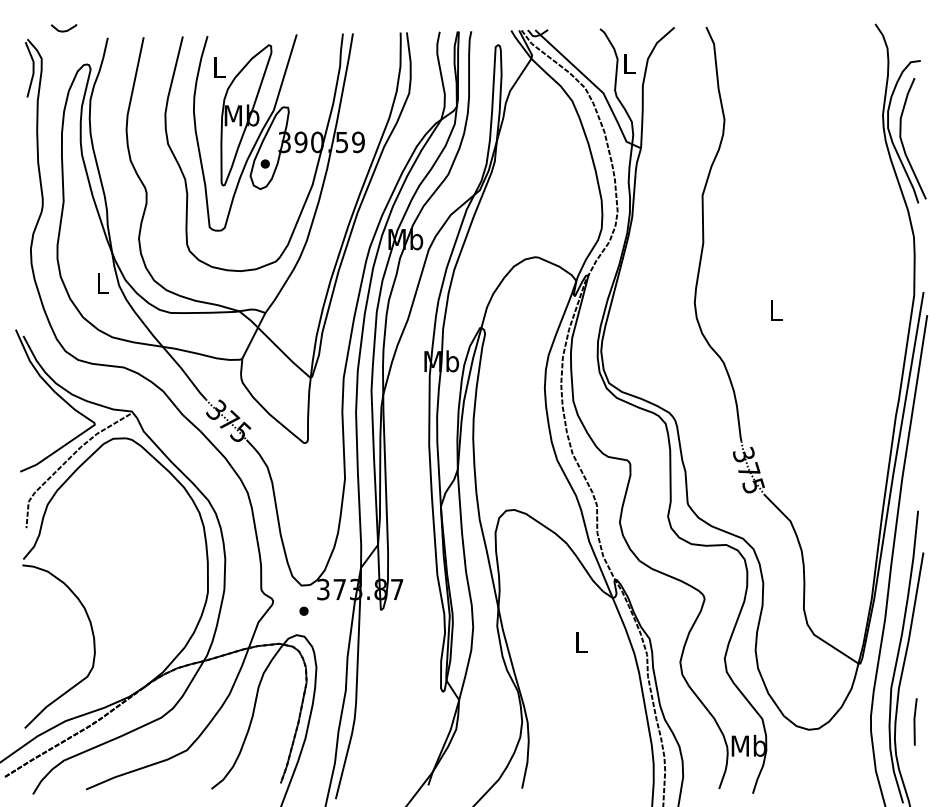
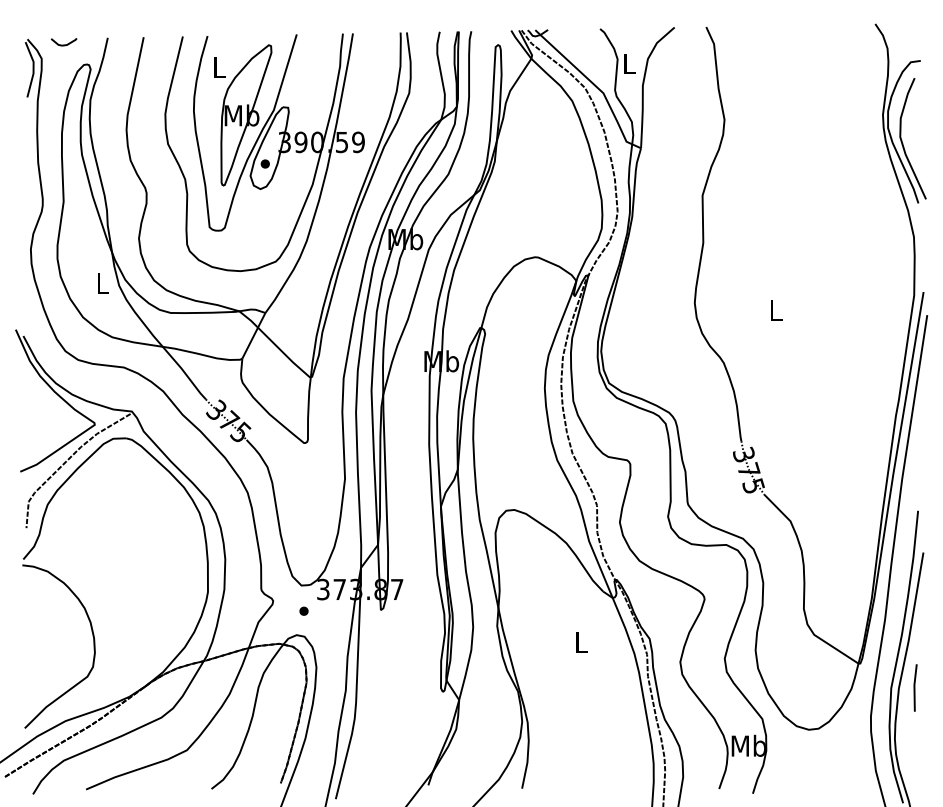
curve at (63, 30) position: (63, 30) -> (63, 44)
line at (915, 721) position: (915, 721) -> (915, 687)
